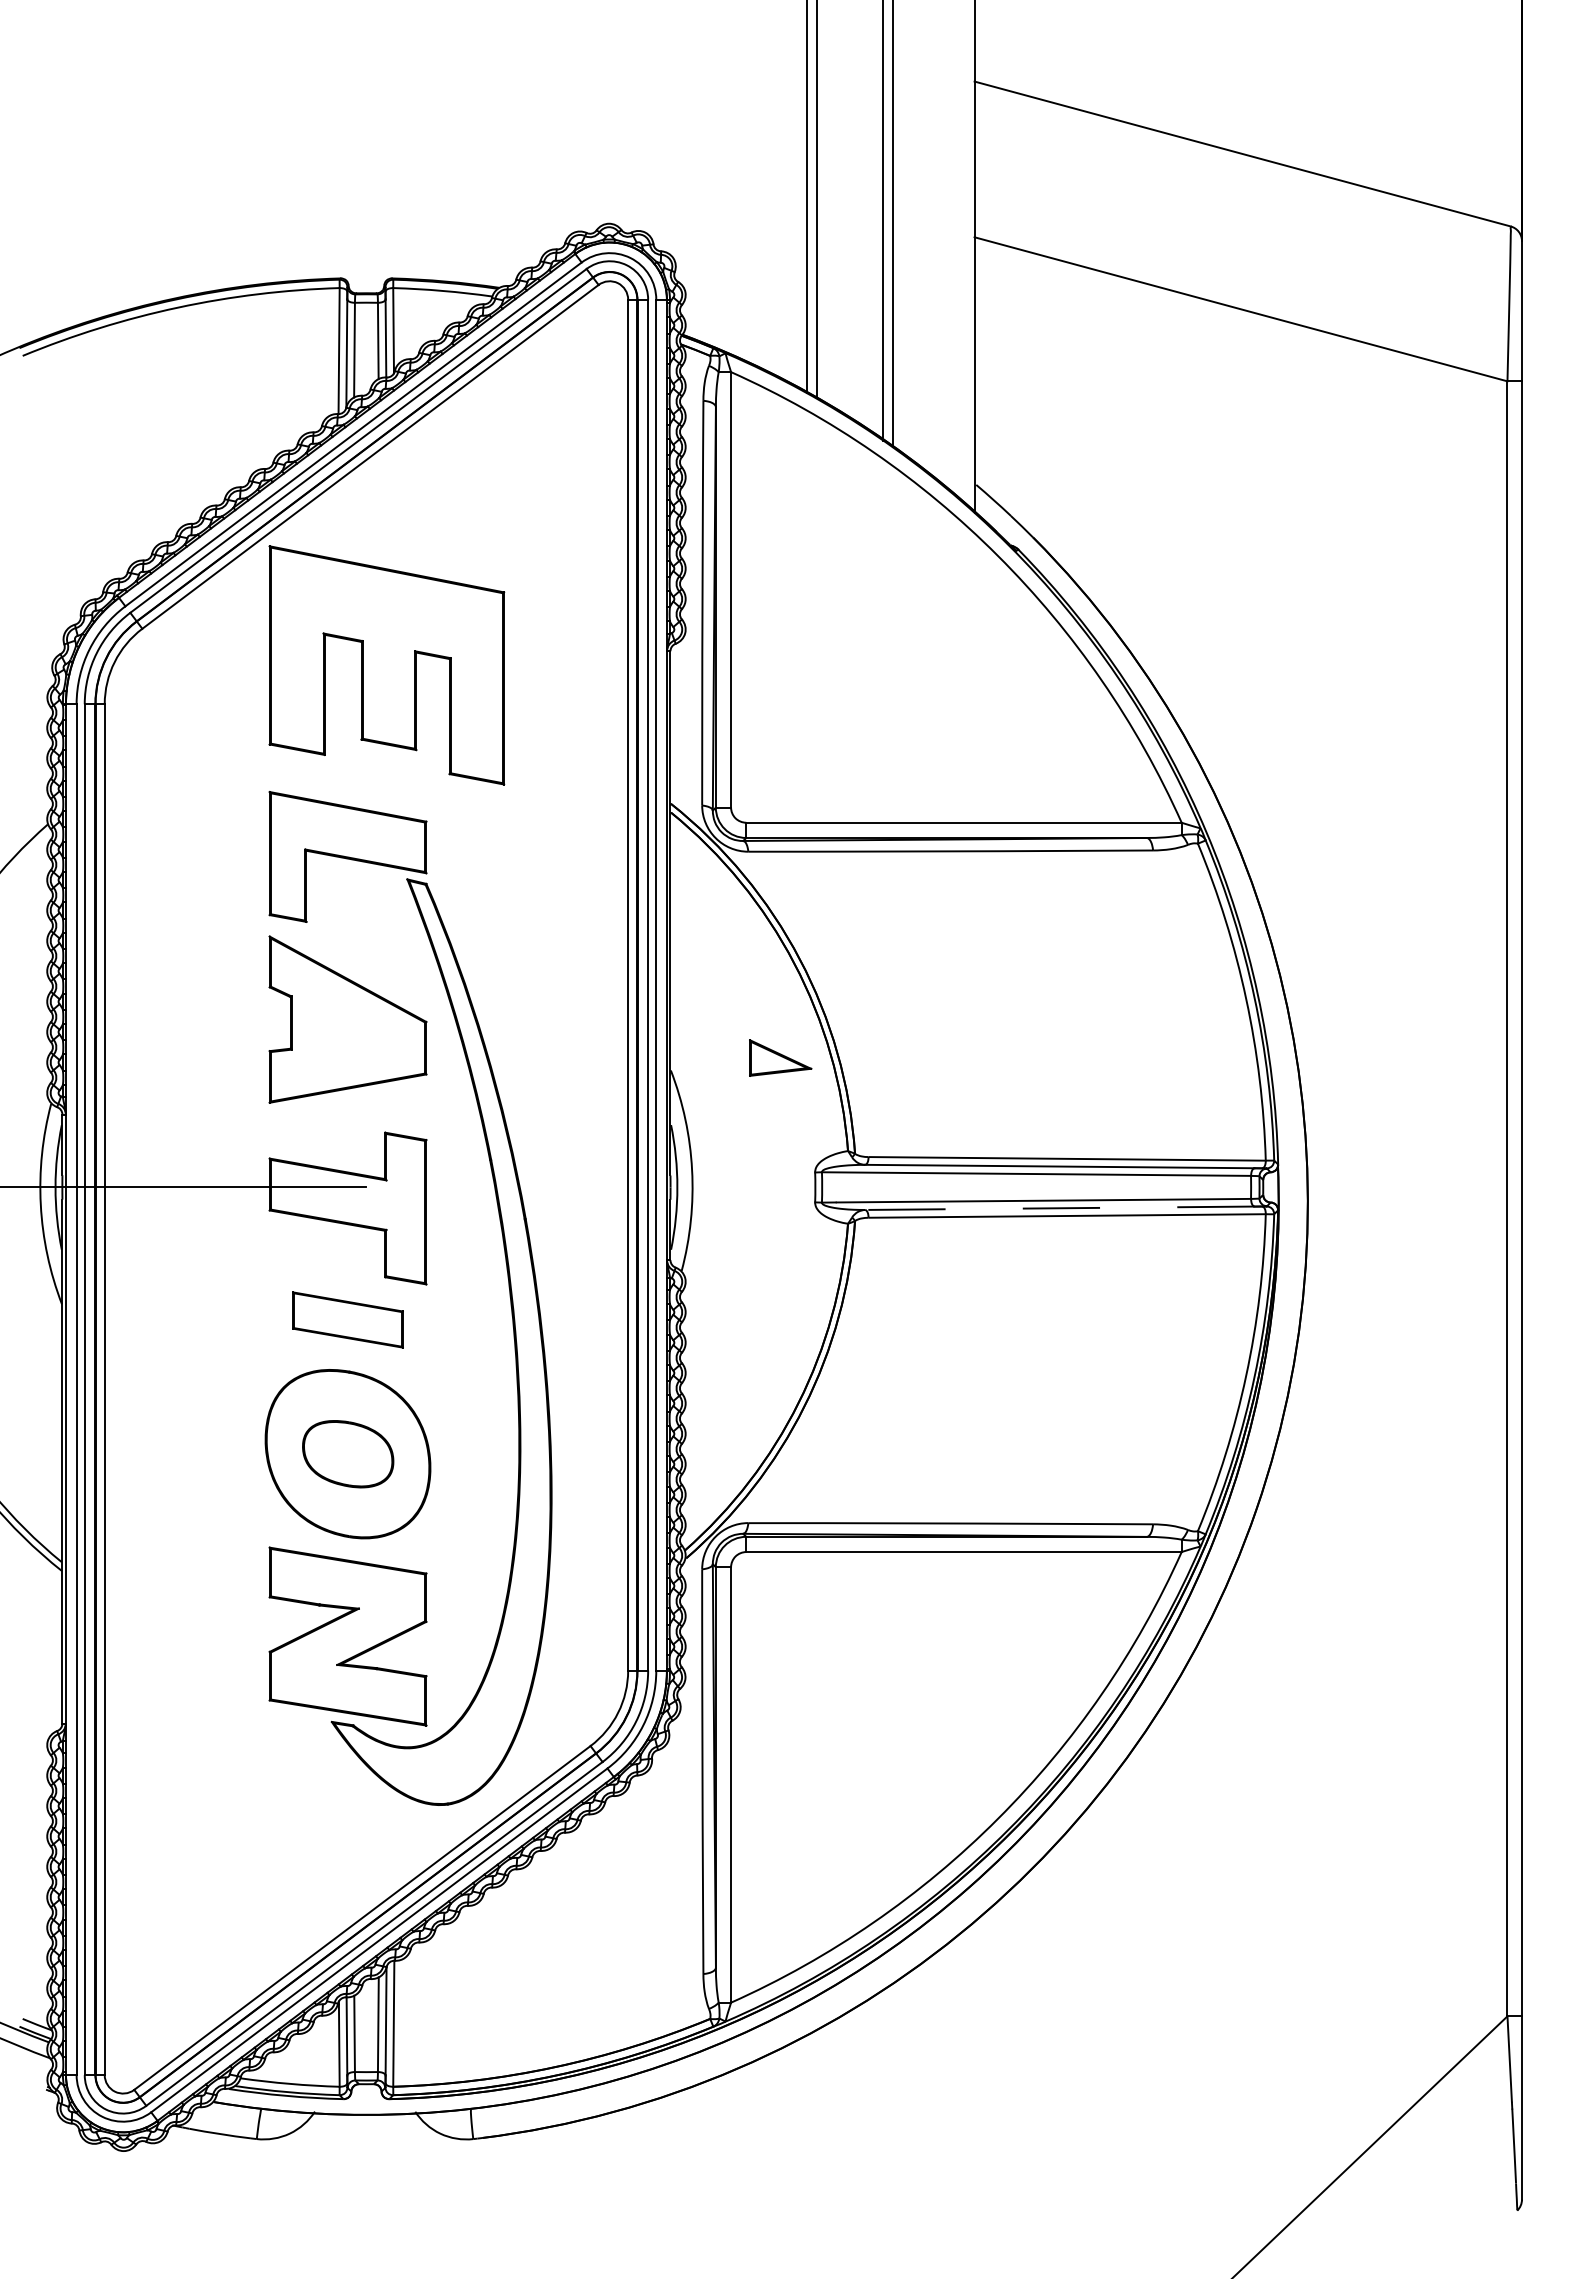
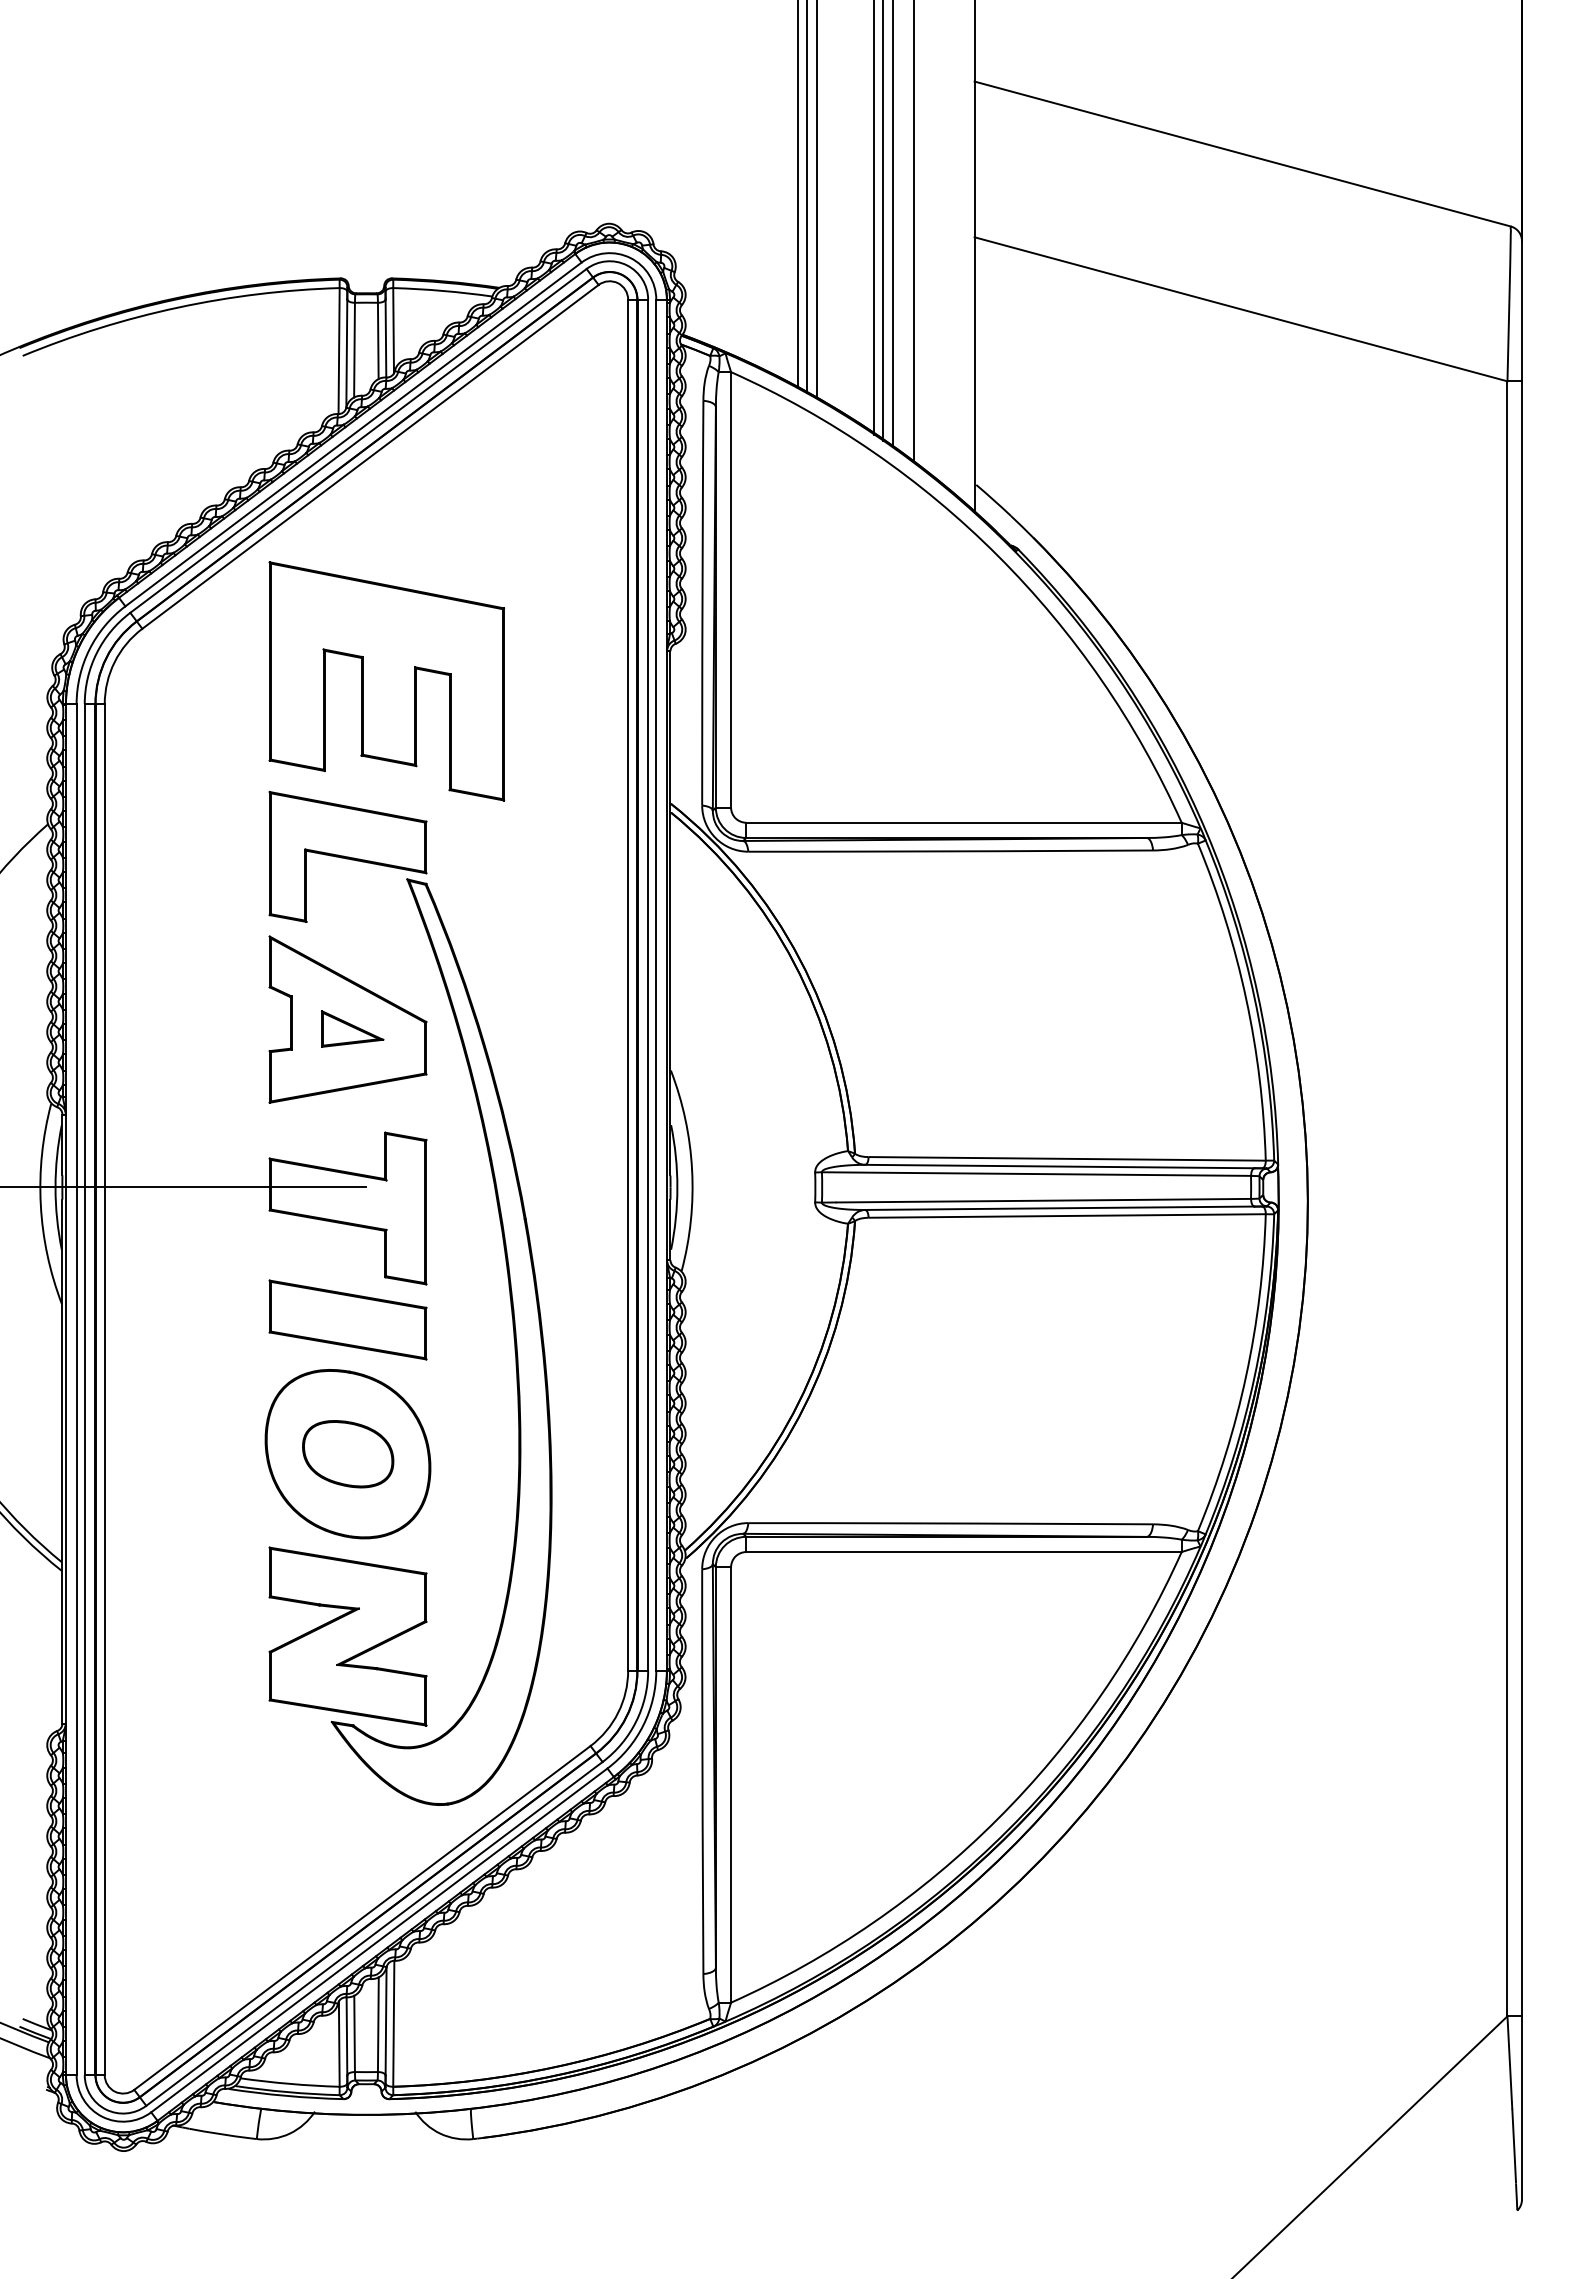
line at (798, 195): none -> present
line at (874, 218): none -> present
line at (913, 231): none -> present
part at (386, 665) position: (386, 665) -> (386, 681)
part at (780, 1057) position: (780, 1057) -> (352, 1028)
line at (1059, 1208): dashed -> solid
part at (347, 1319) size: 112x58 px -> 160x82 px
